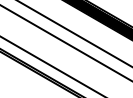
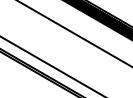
line at (65, 42): present -> none
